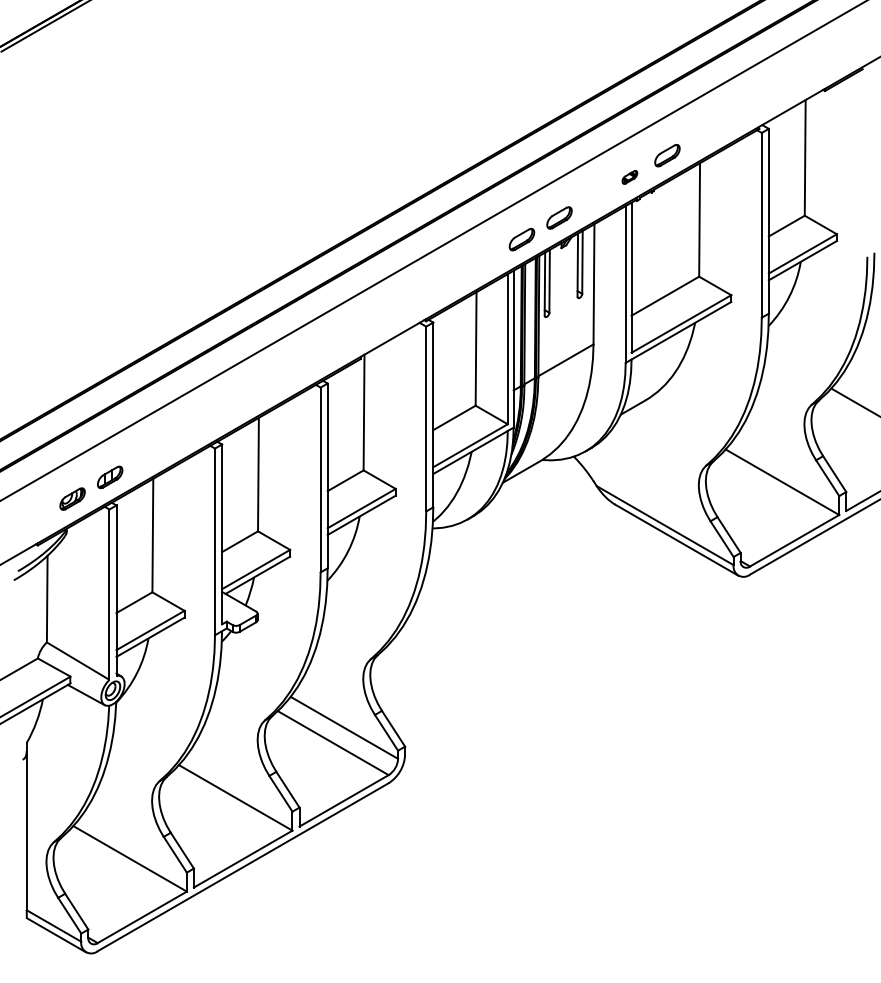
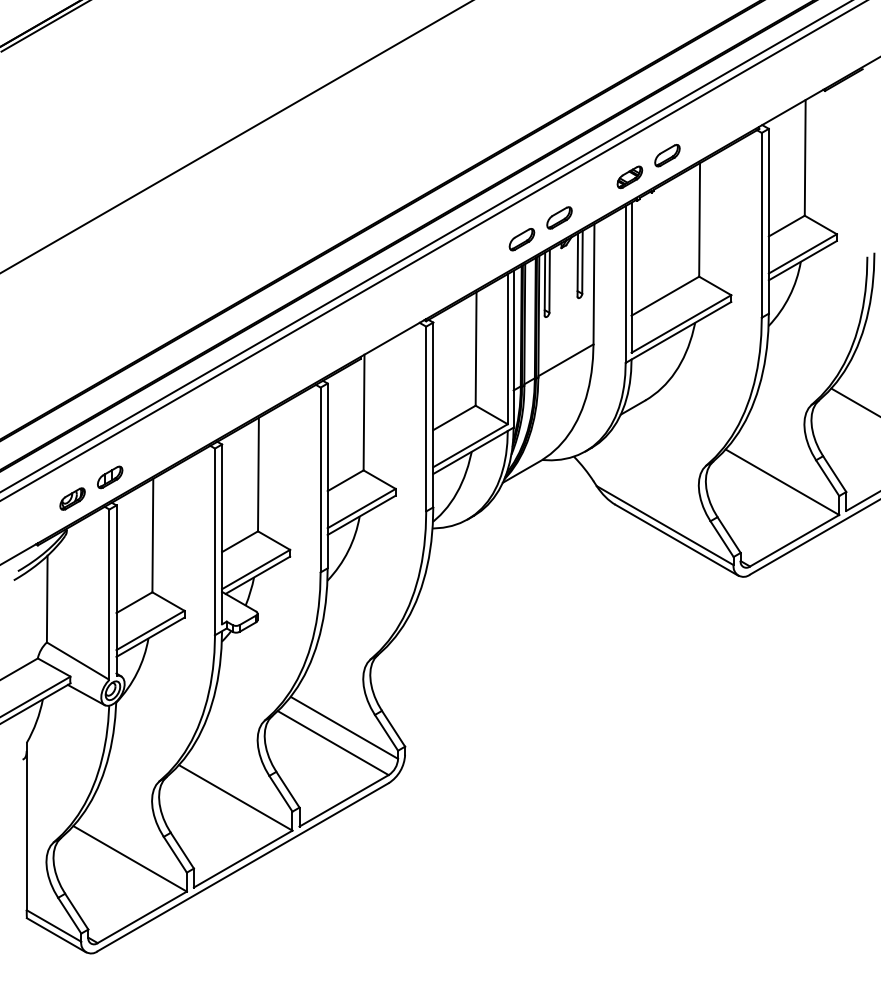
line at (236, 137): none -> present
part at (629, 177) size: 18x15 px -> 28x25 px
line at (425, 246): none -> present
